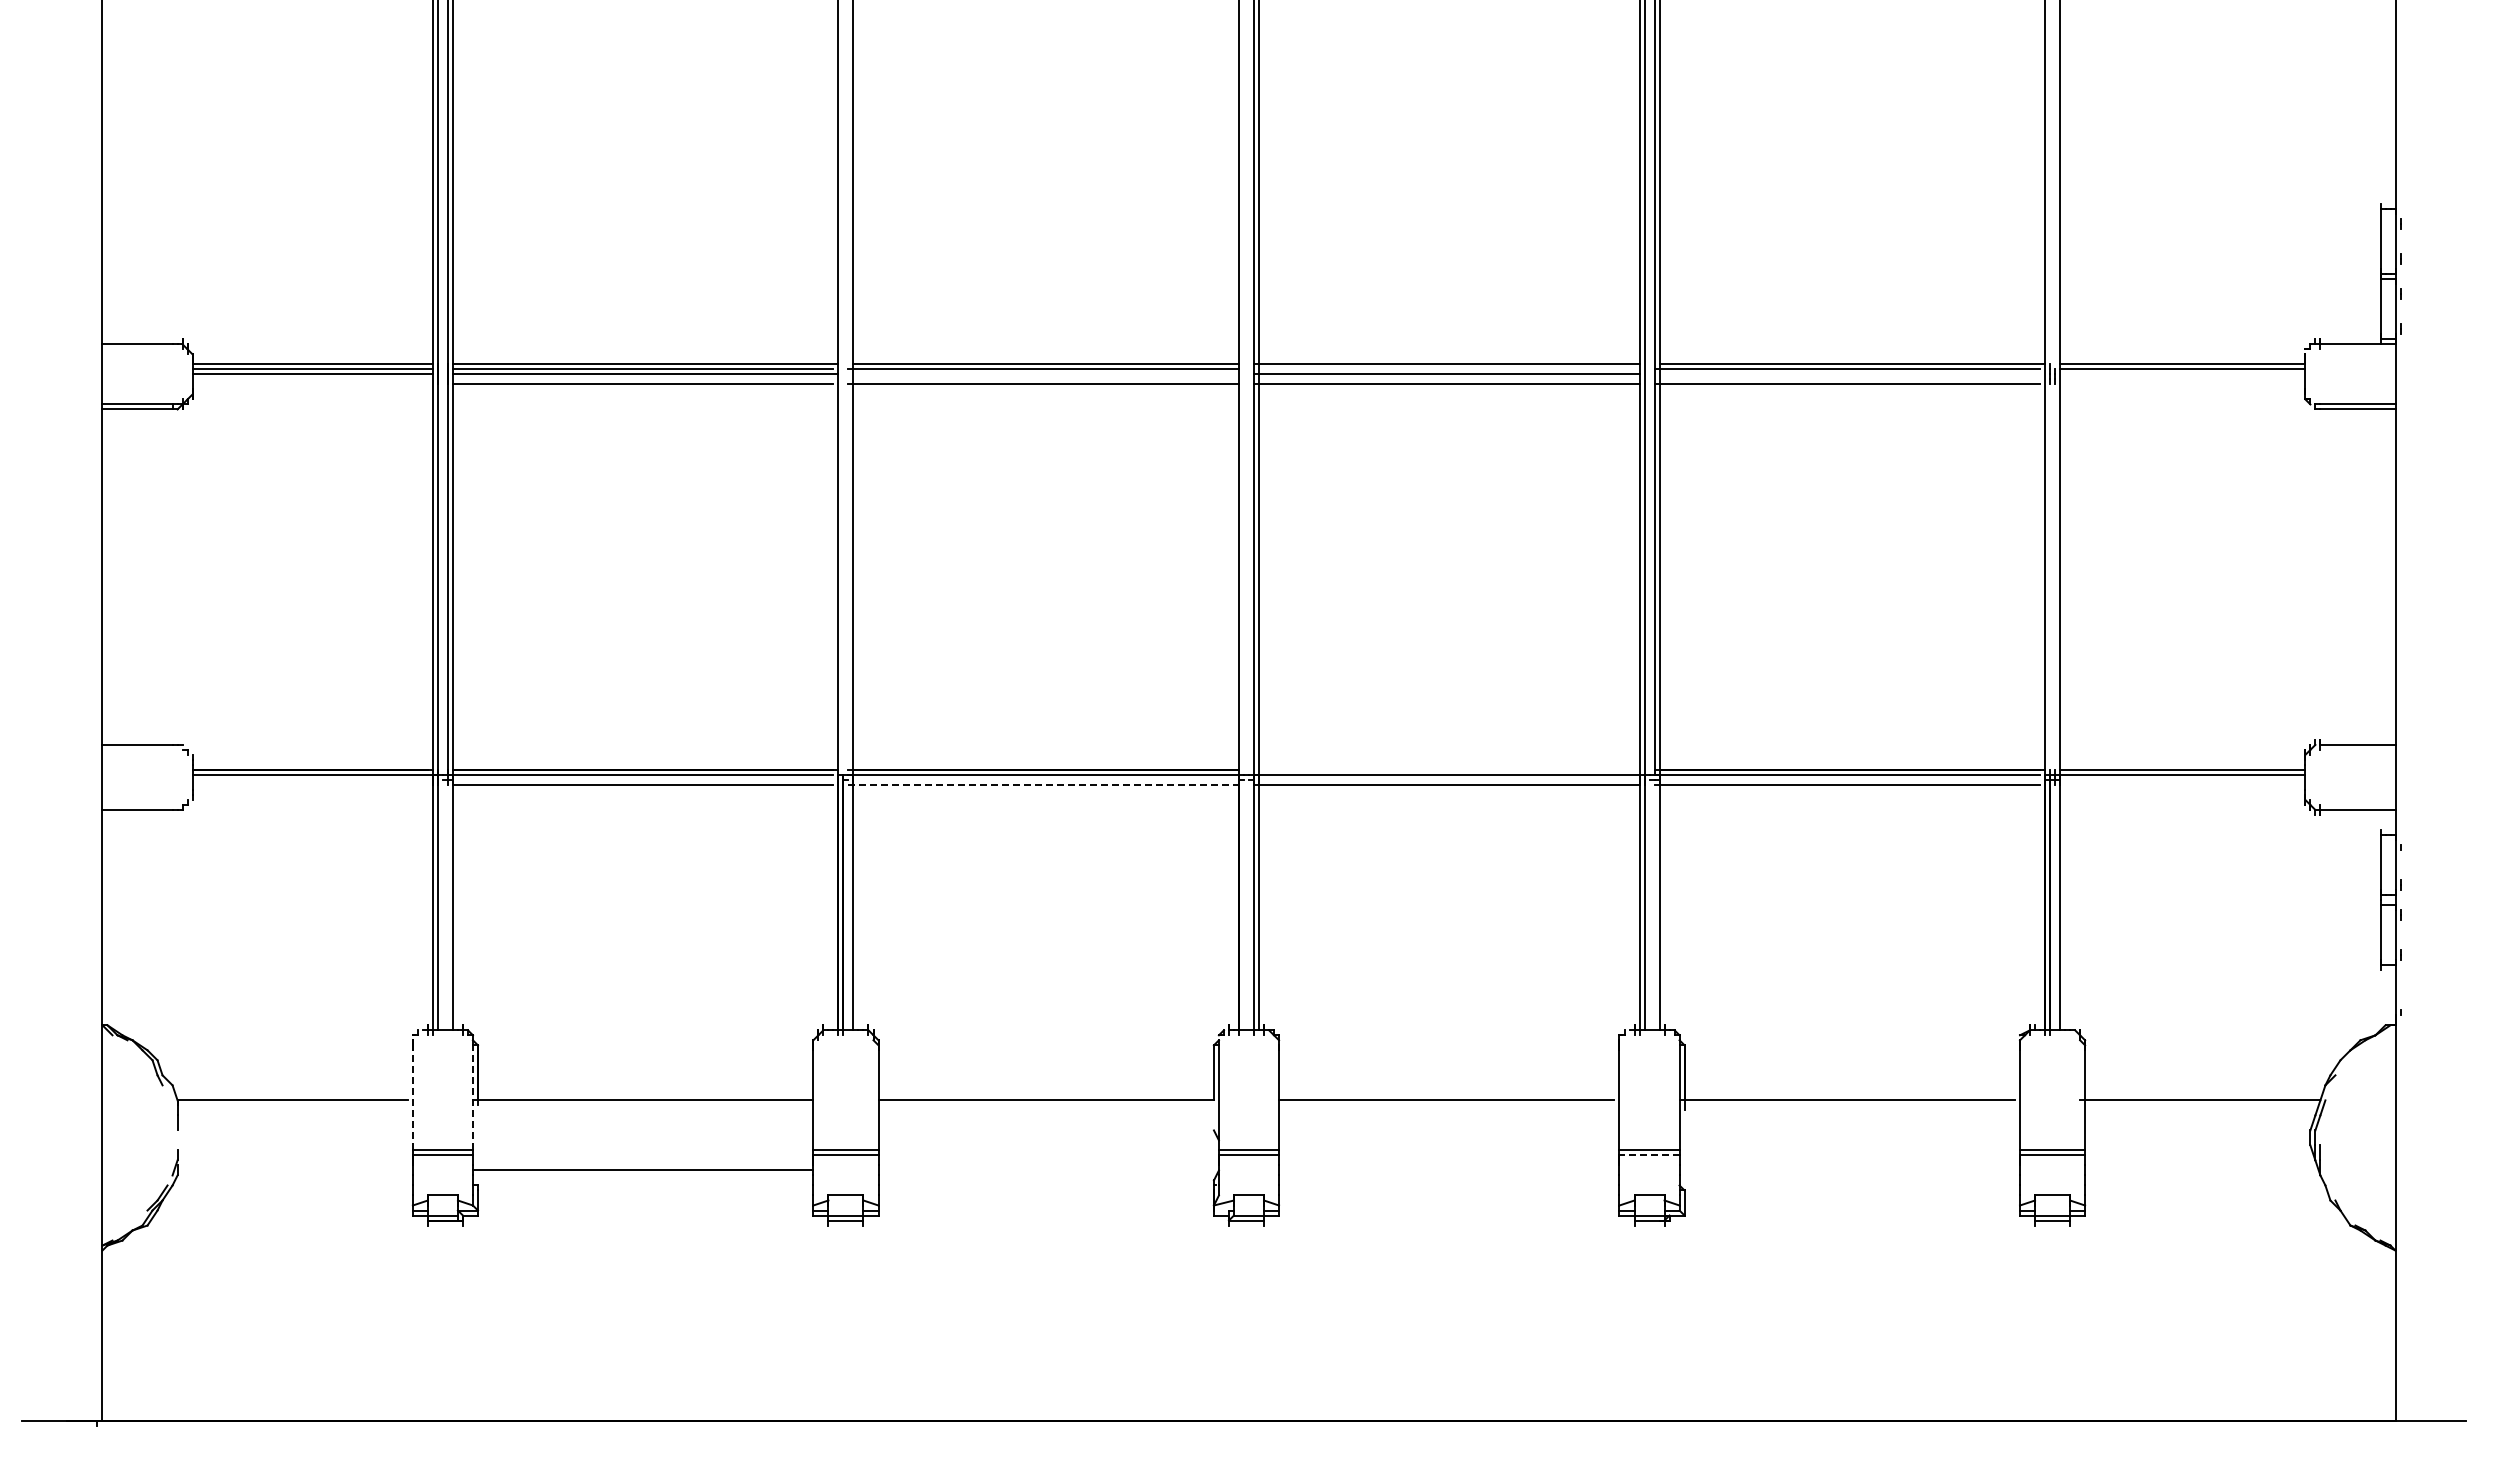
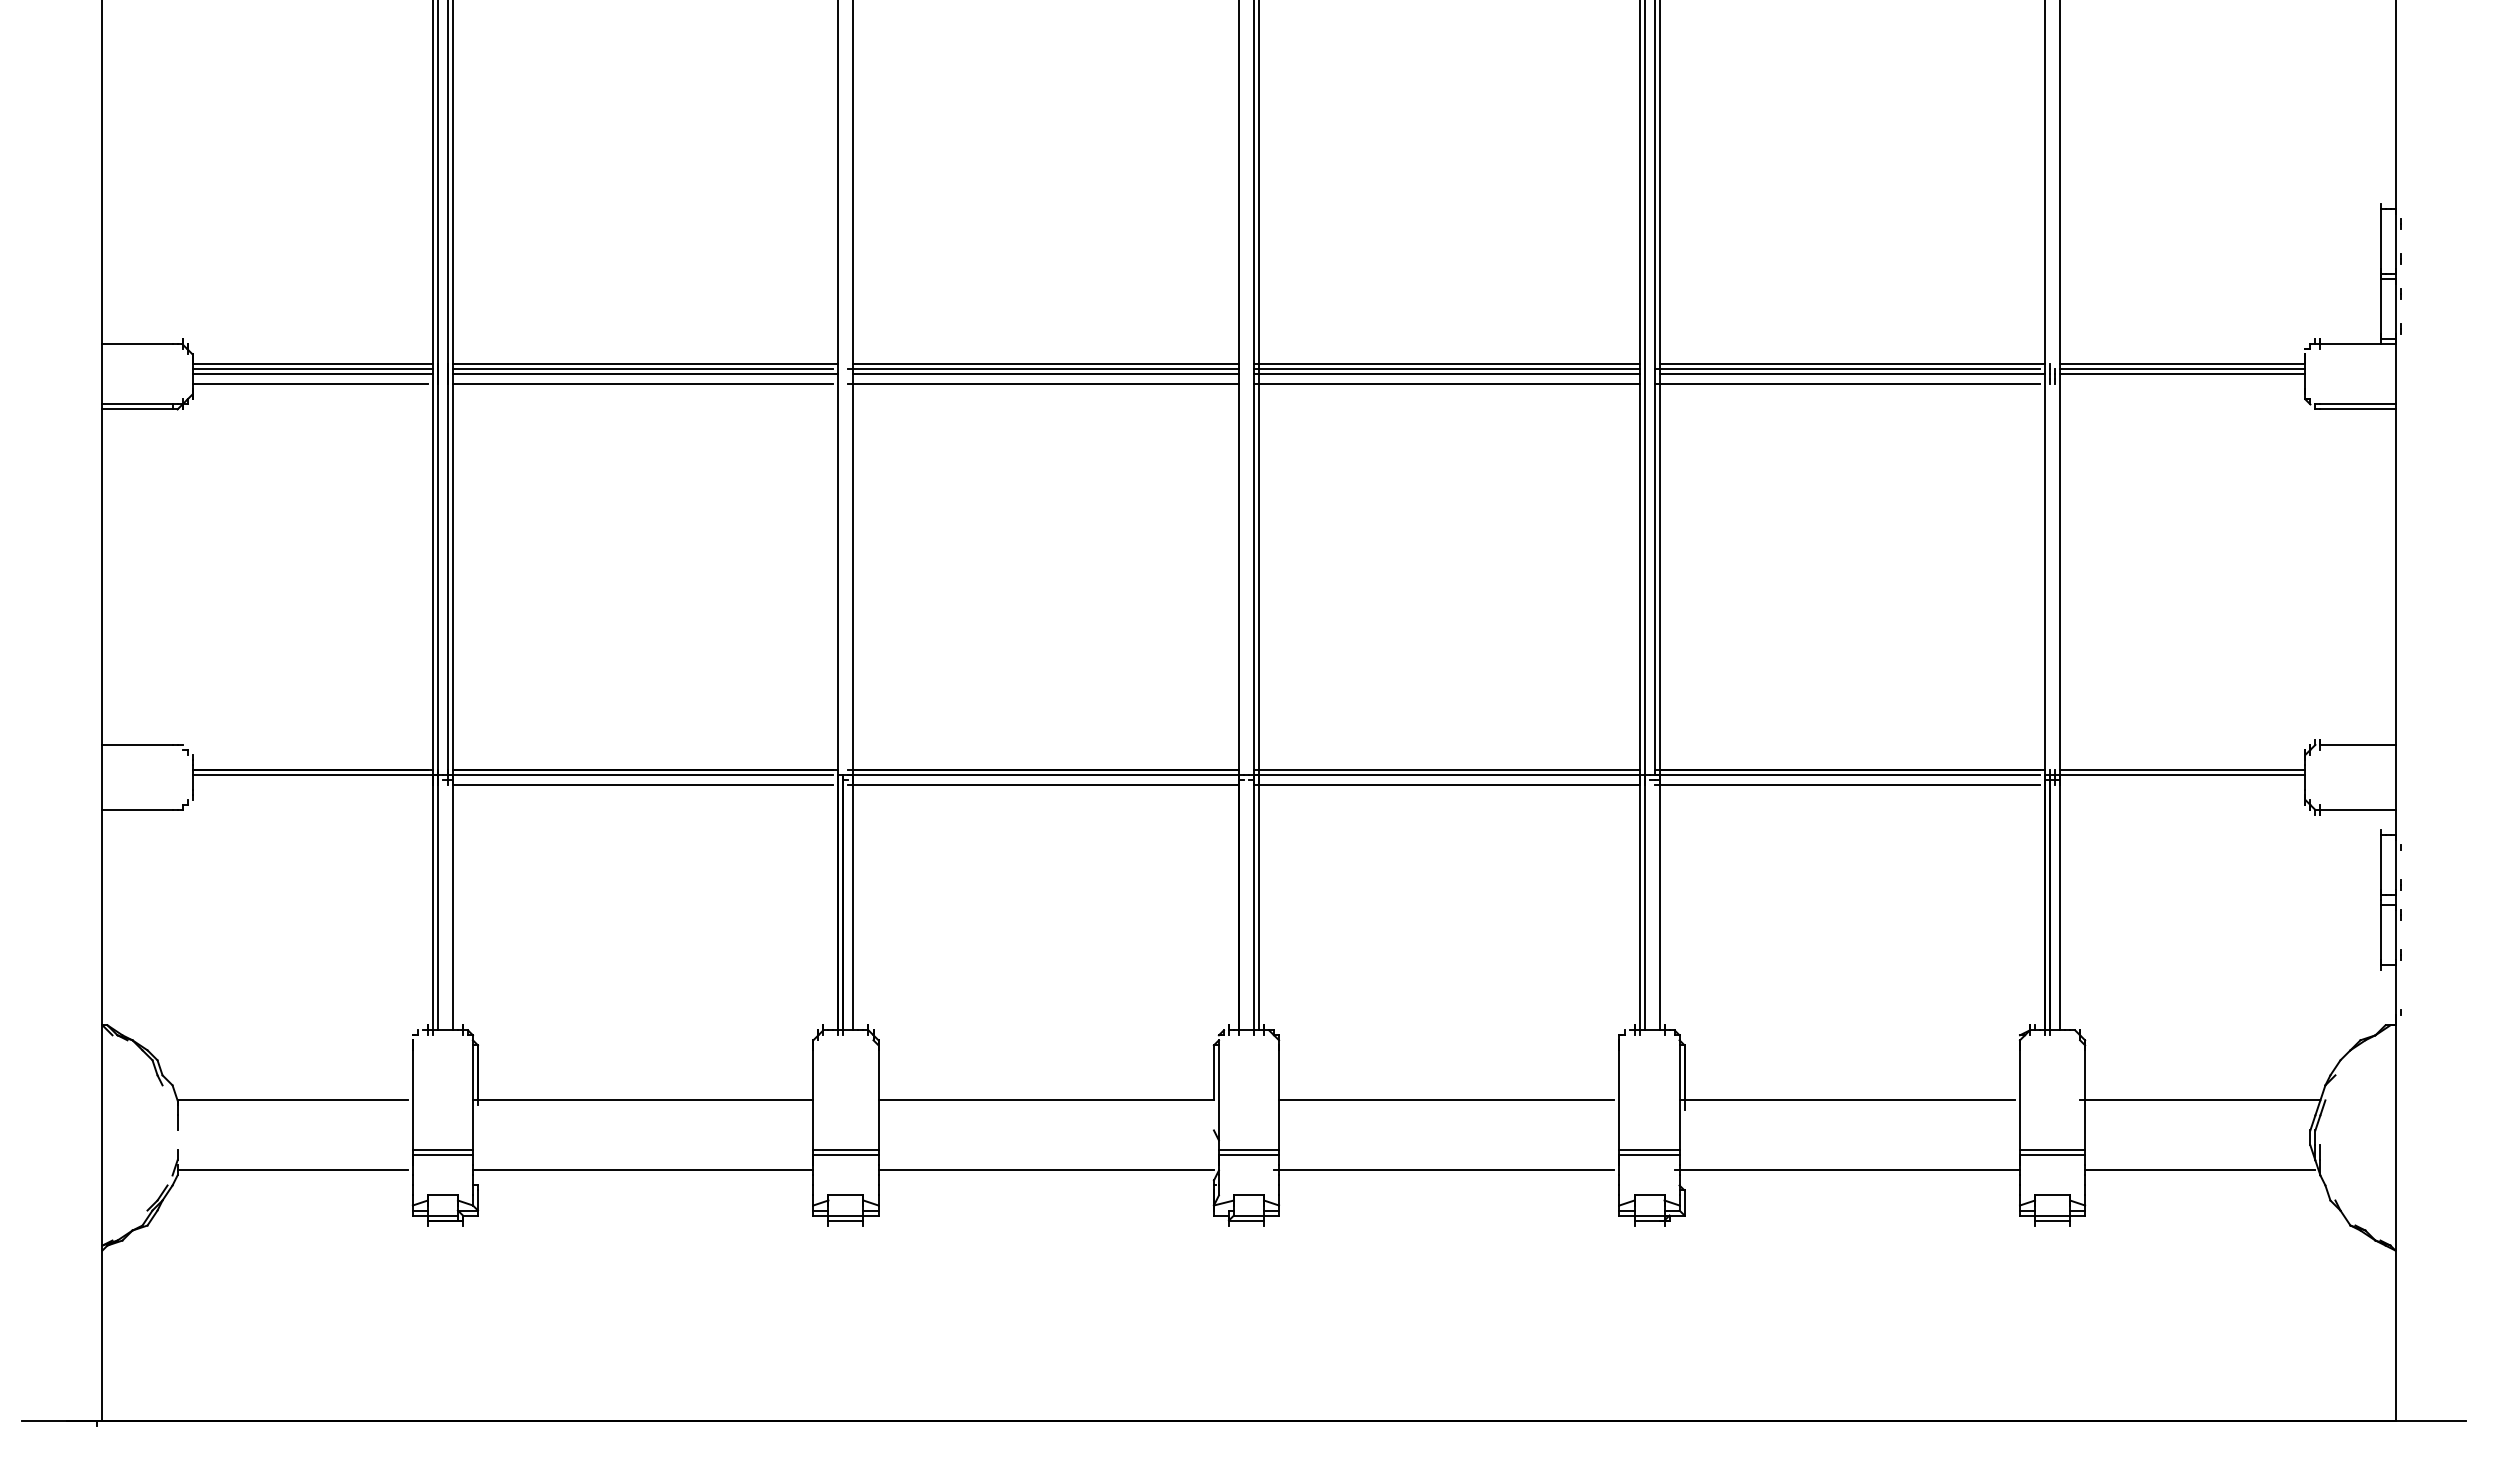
line at (1446, 369): none -> present
line at (1045, 374): none -> present
line at (1852, 374): none -> present
line at (2182, 374): none -> present
line at (309, 384): none -> present
line at (1446, 769): none -> present
line at (1044, 784): dashed -> solid
line at (412, 1097): dashed -> solid
line at (472, 1097): dashed -> solid
line at (1649, 1155): dashed -> solid
line at (292, 1170): none -> present
line at (1045, 1170): none -> present
line at (1444, 1170): none -> present
line at (1847, 1170): none -> present
line at (2200, 1170): none -> present
